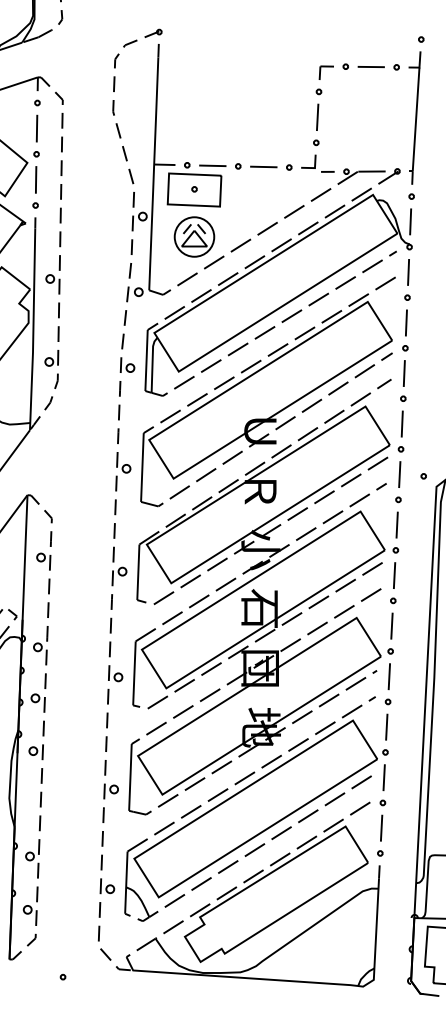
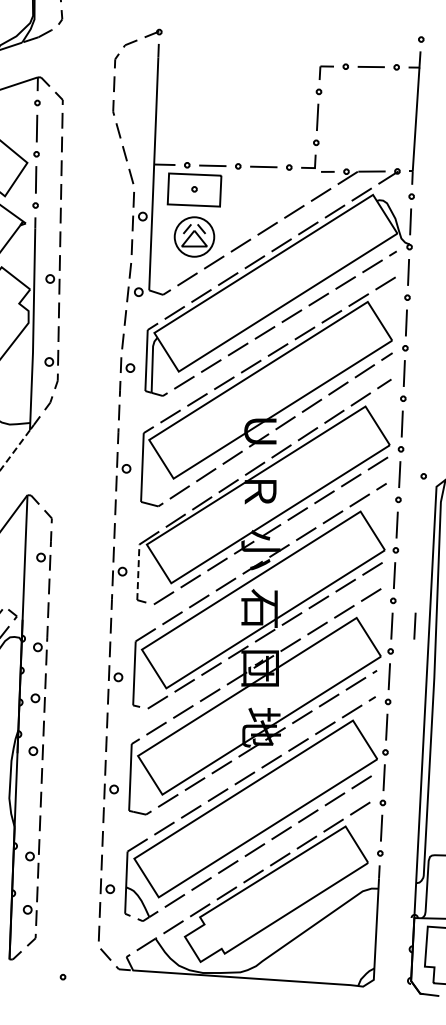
line at (15, 450): solid -> dashed
line at (138, 572): solid -> dashed
line at (414, 625): none -> present
